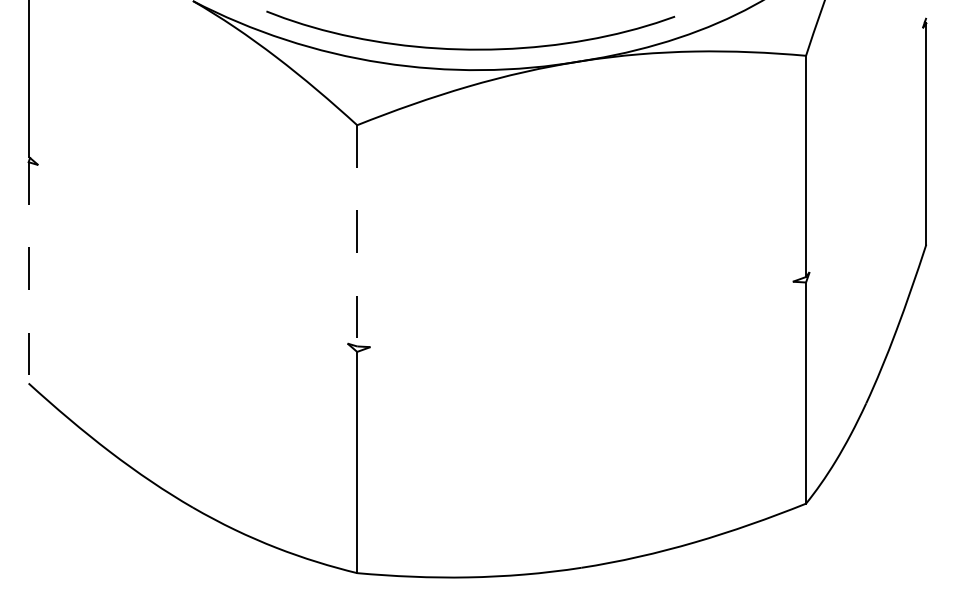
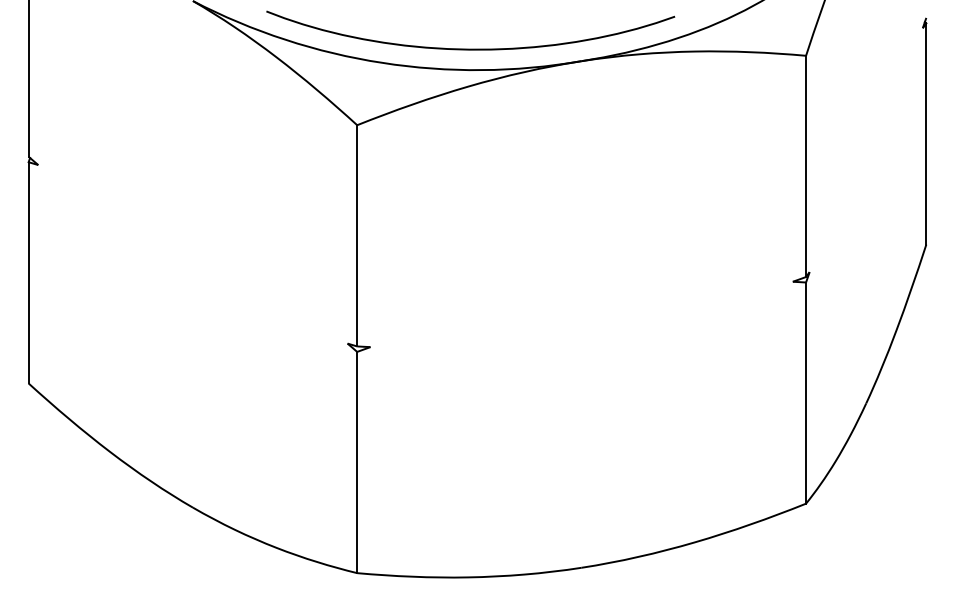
line at (357, 235): dashed -> solid
line at (28, 272): dashed -> solid
